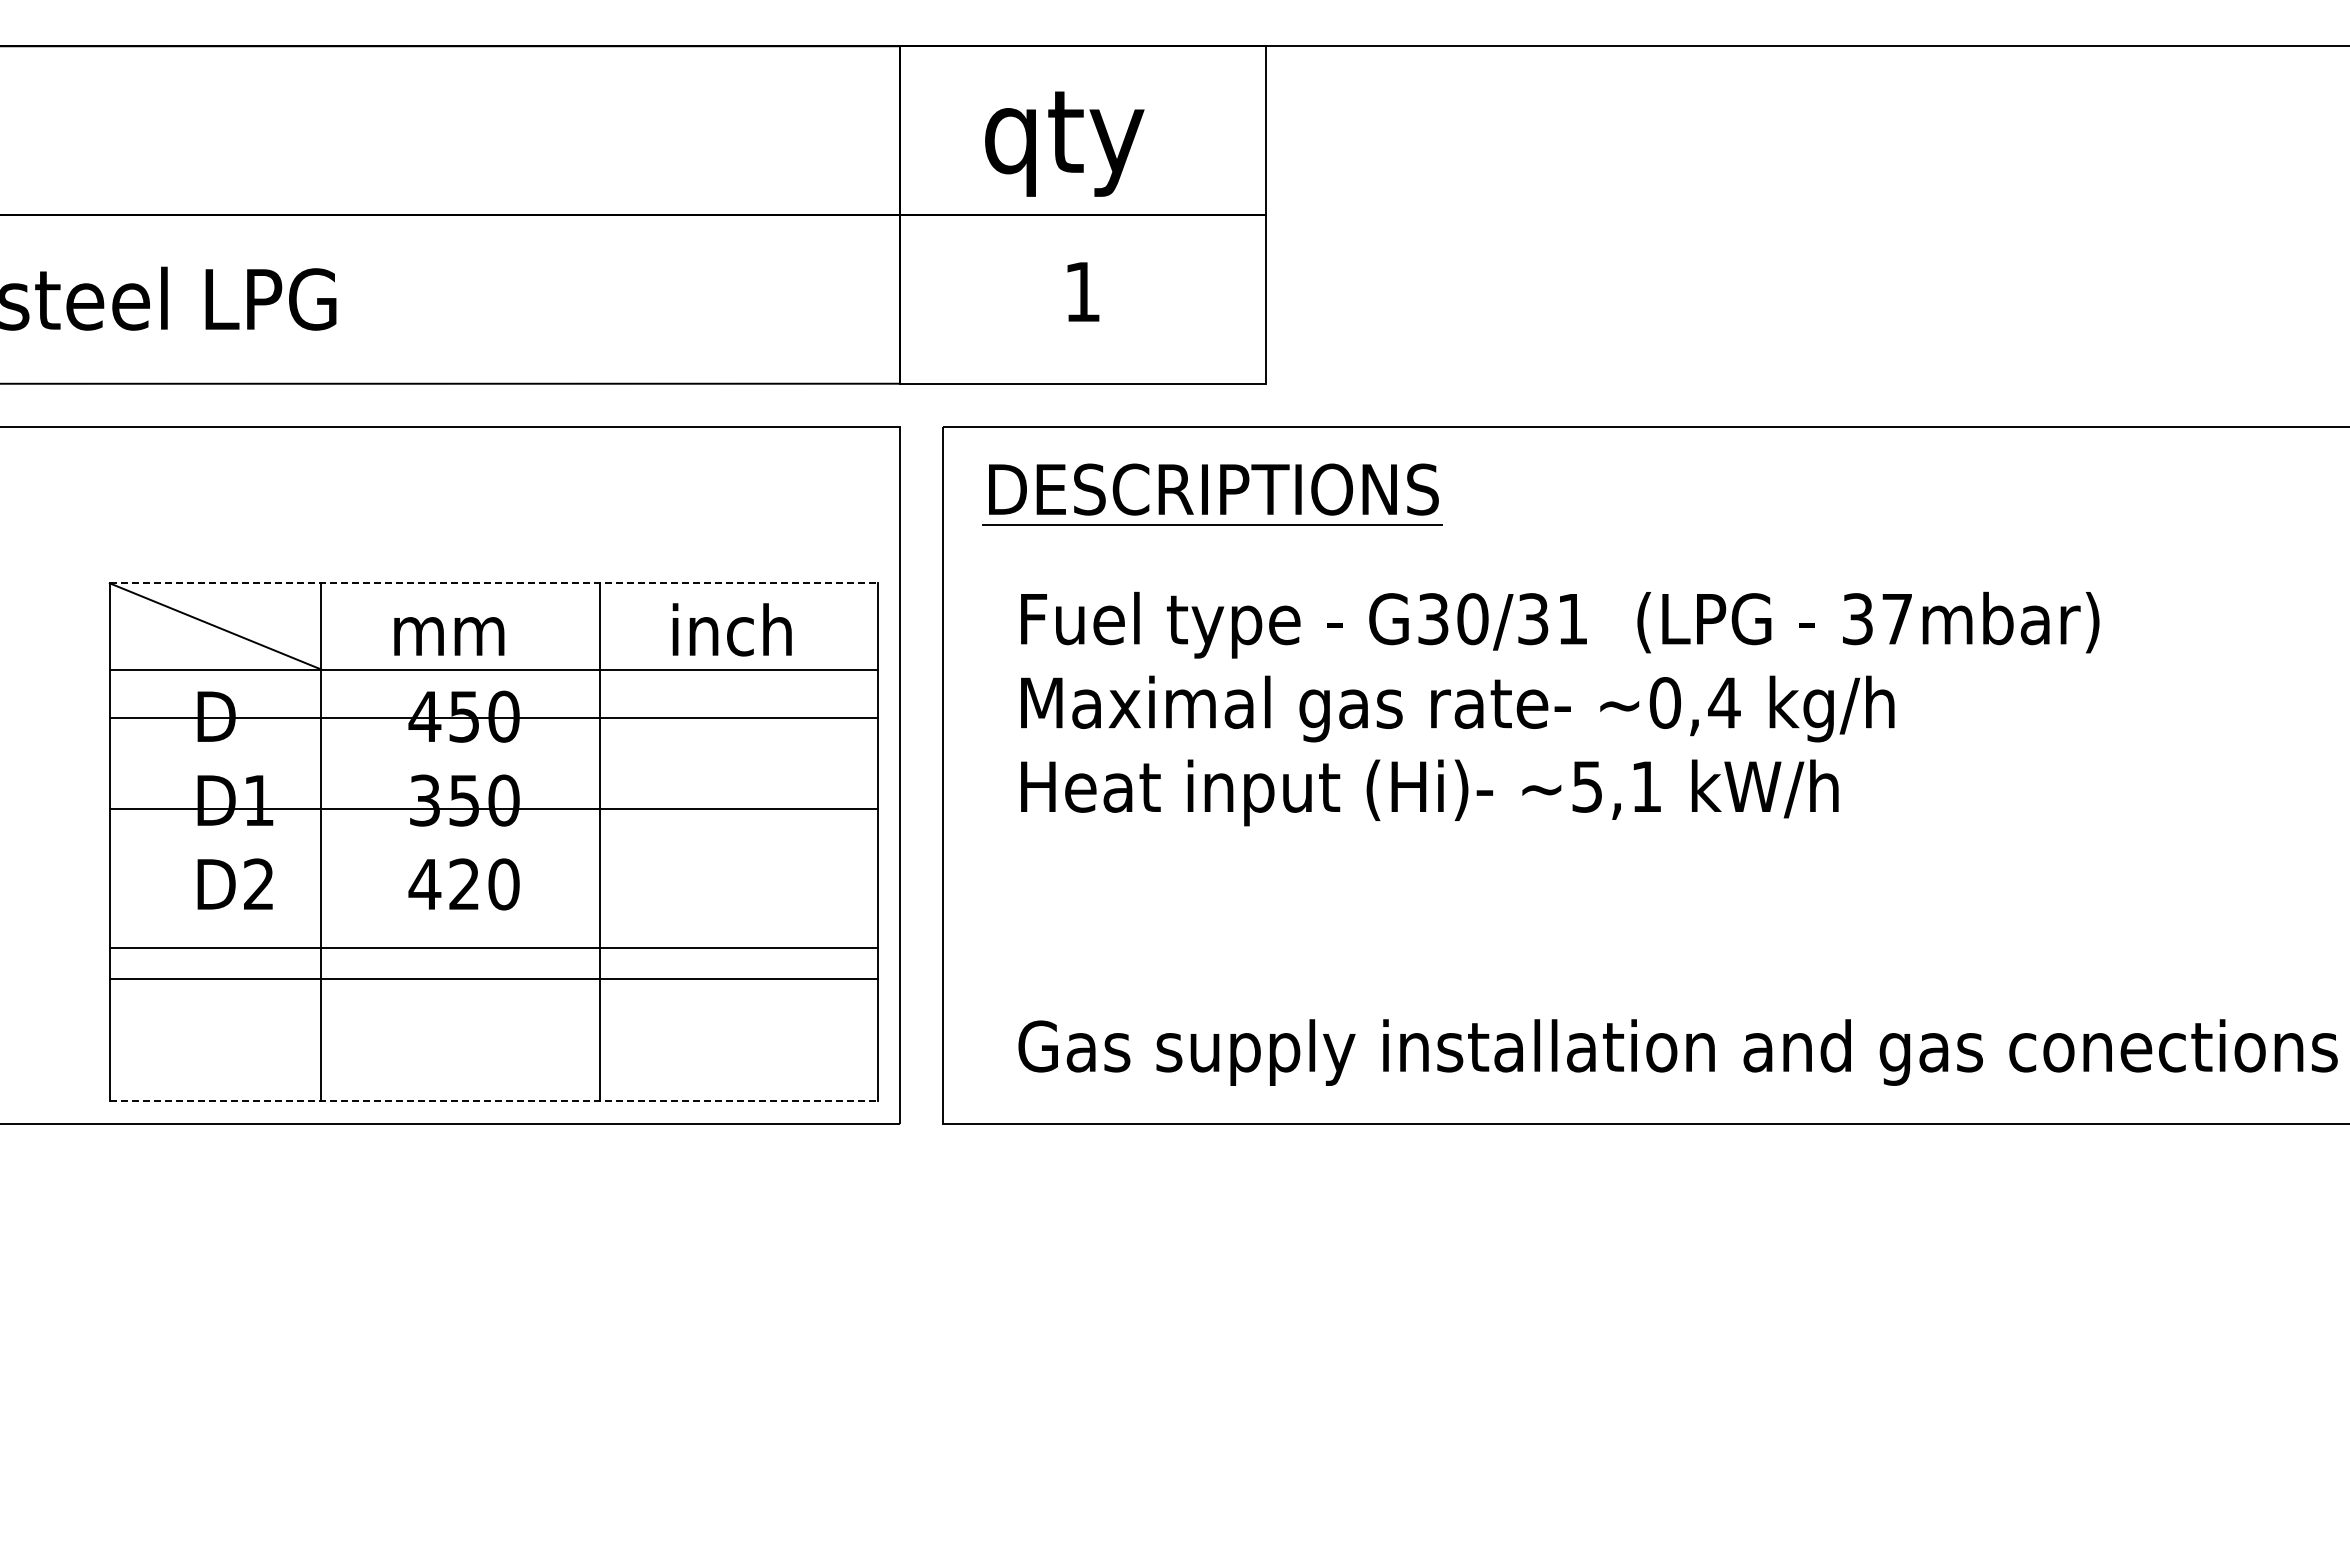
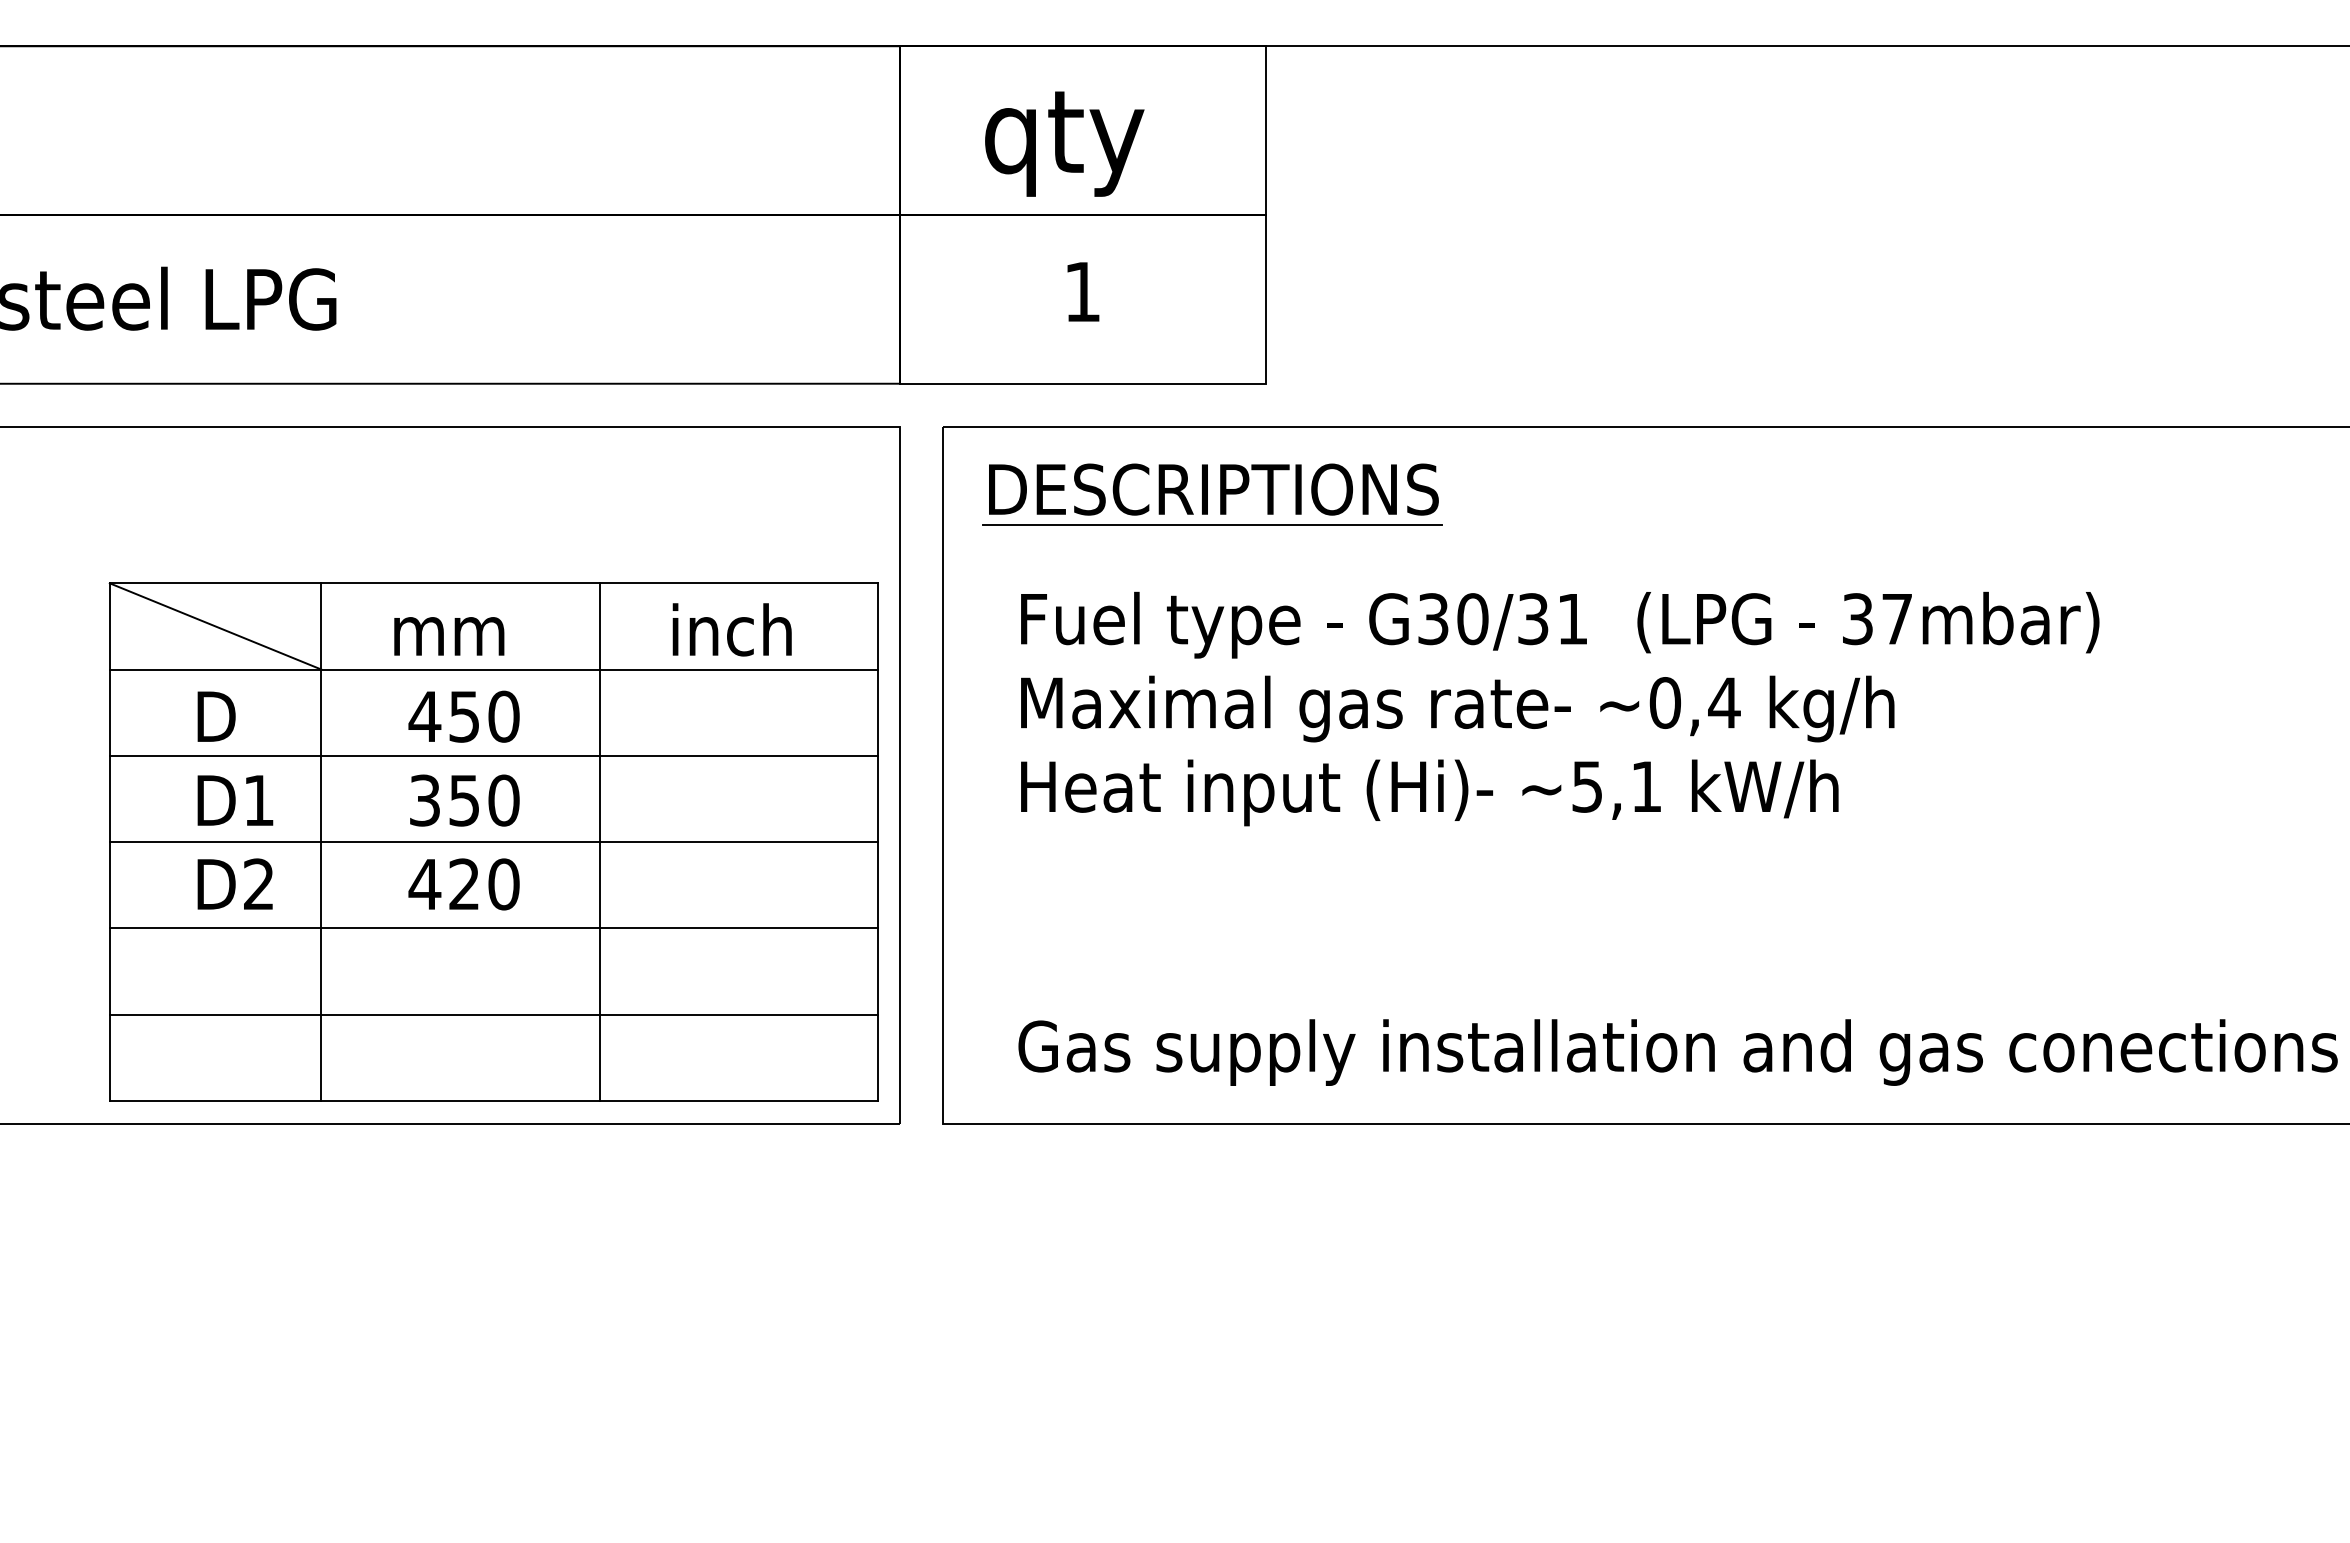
line at (494, 583): dashed -> solid
line at (493, 717) position: (493, 717) -> (493, 755)
line at (493, 809) position: (493, 809) -> (493, 842)
line at (493, 948) position: (493, 948) -> (493, 928)
line at (493, 978) position: (493, 978) -> (493, 1014)
line at (494, 1100): dashed -> solid
